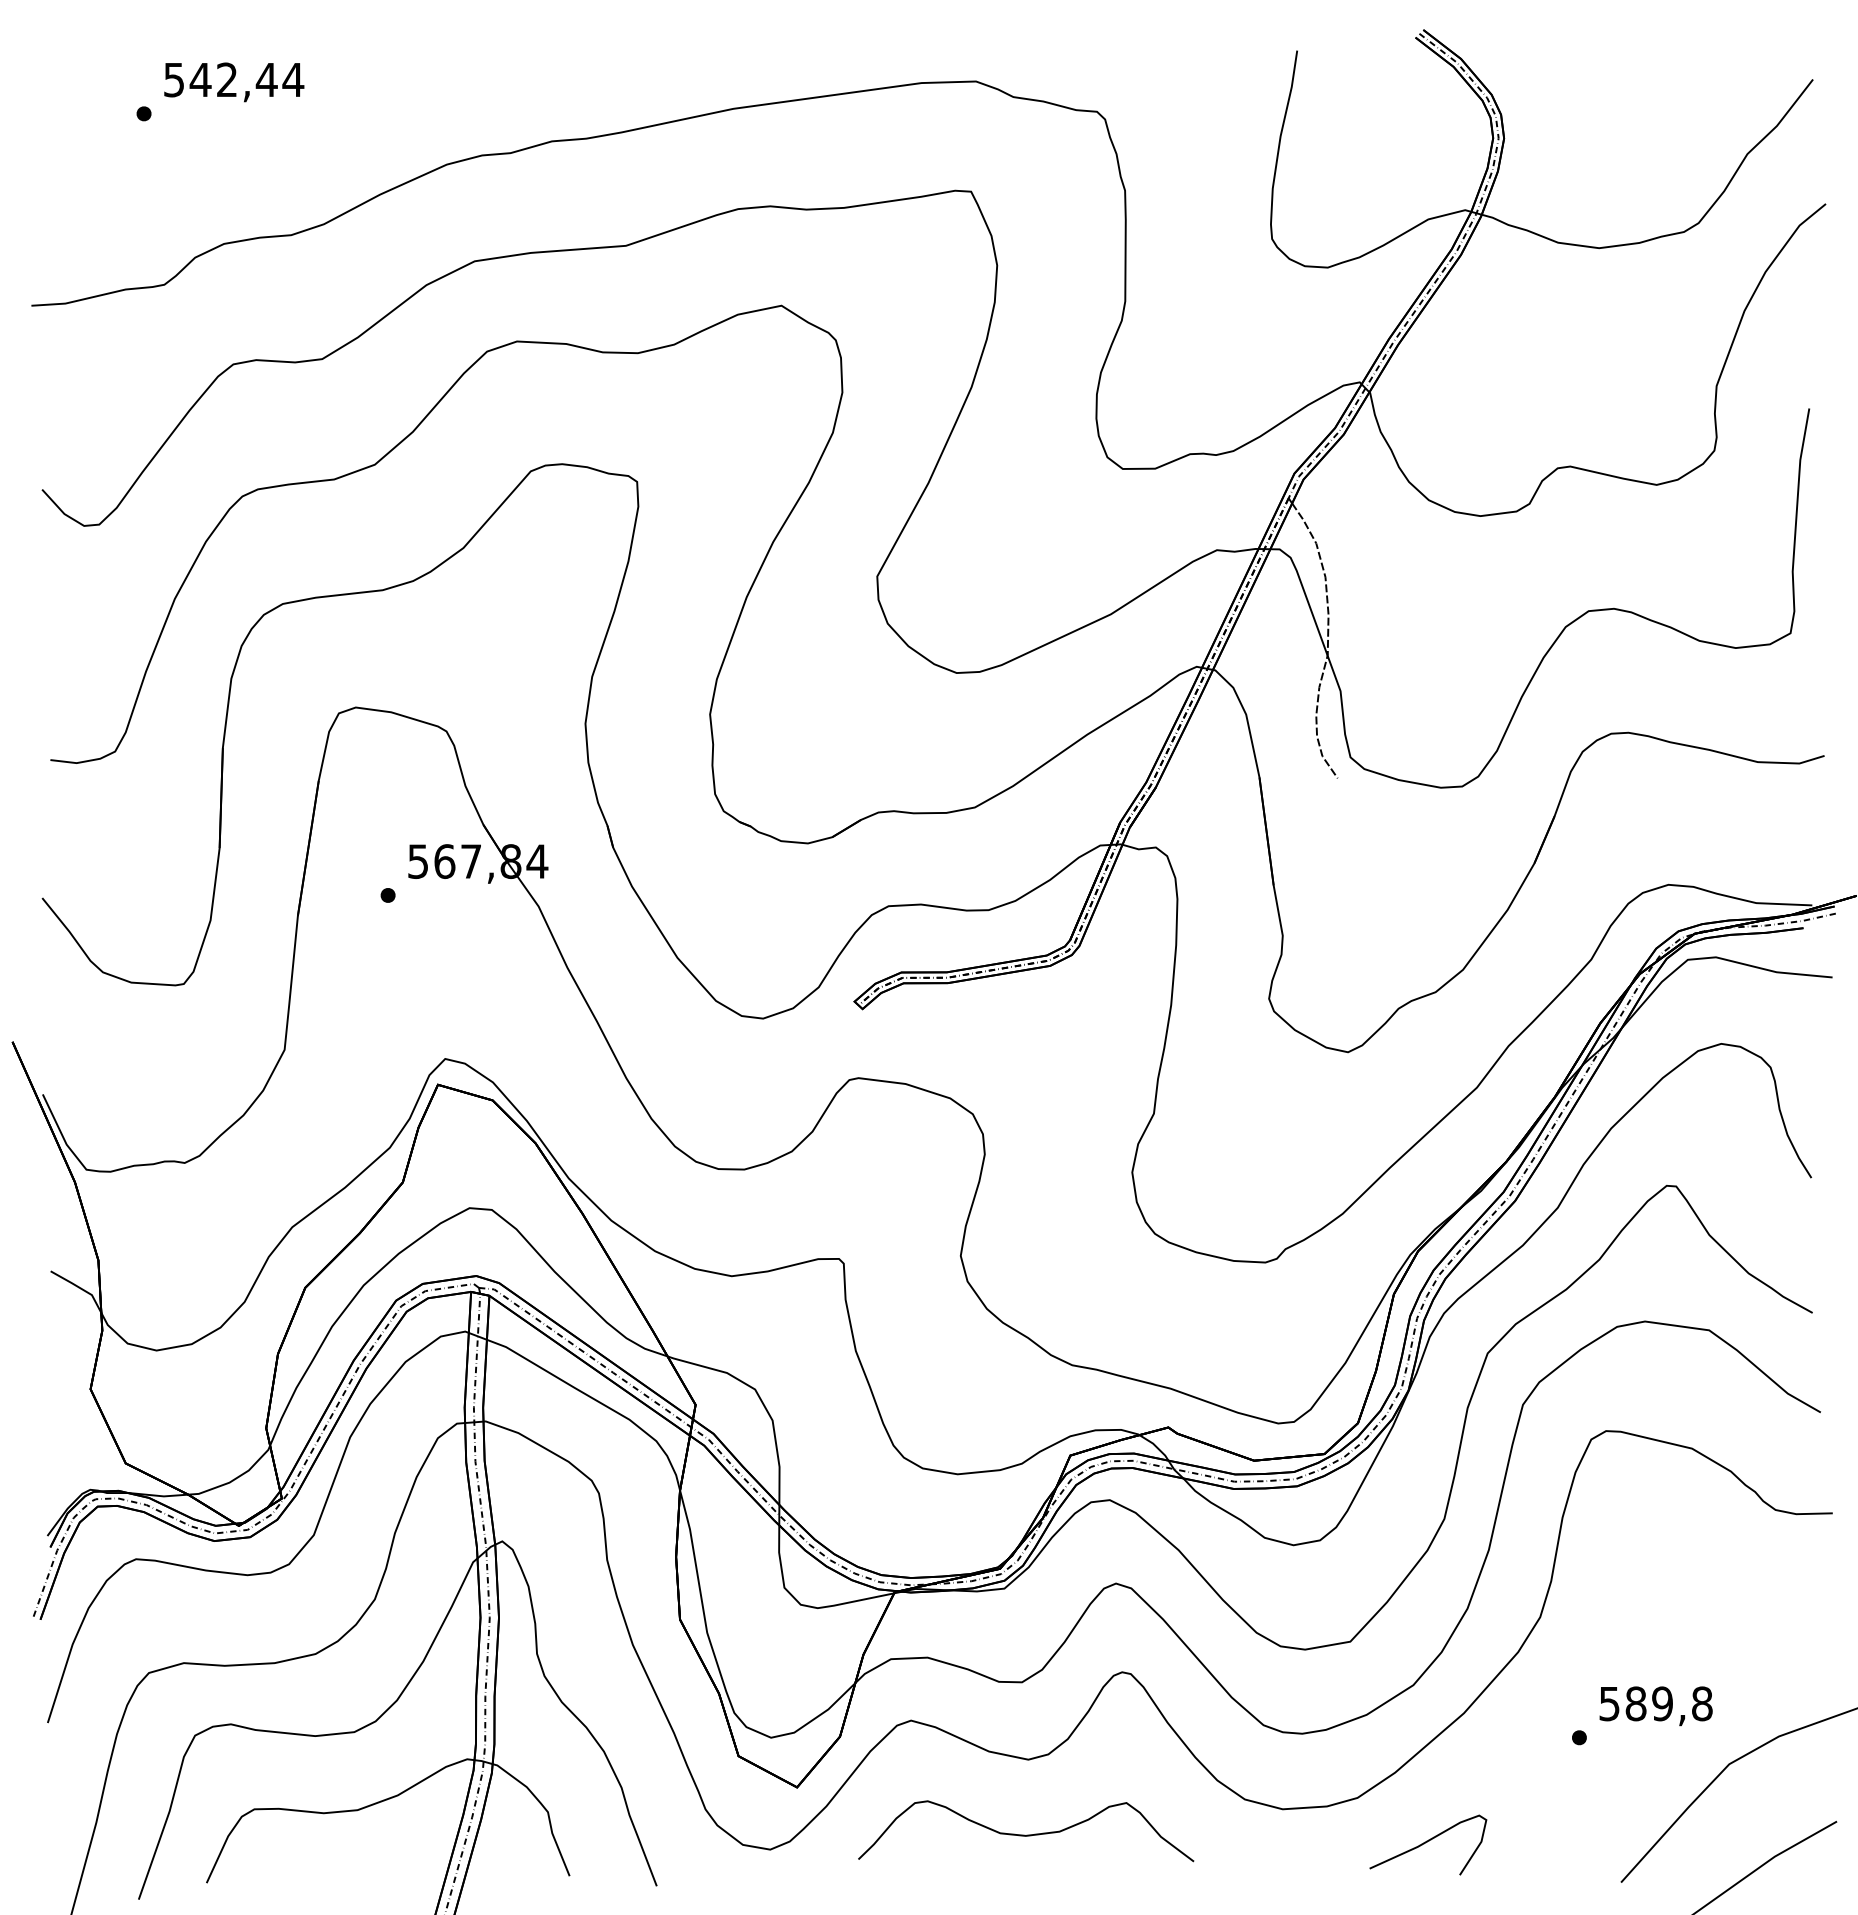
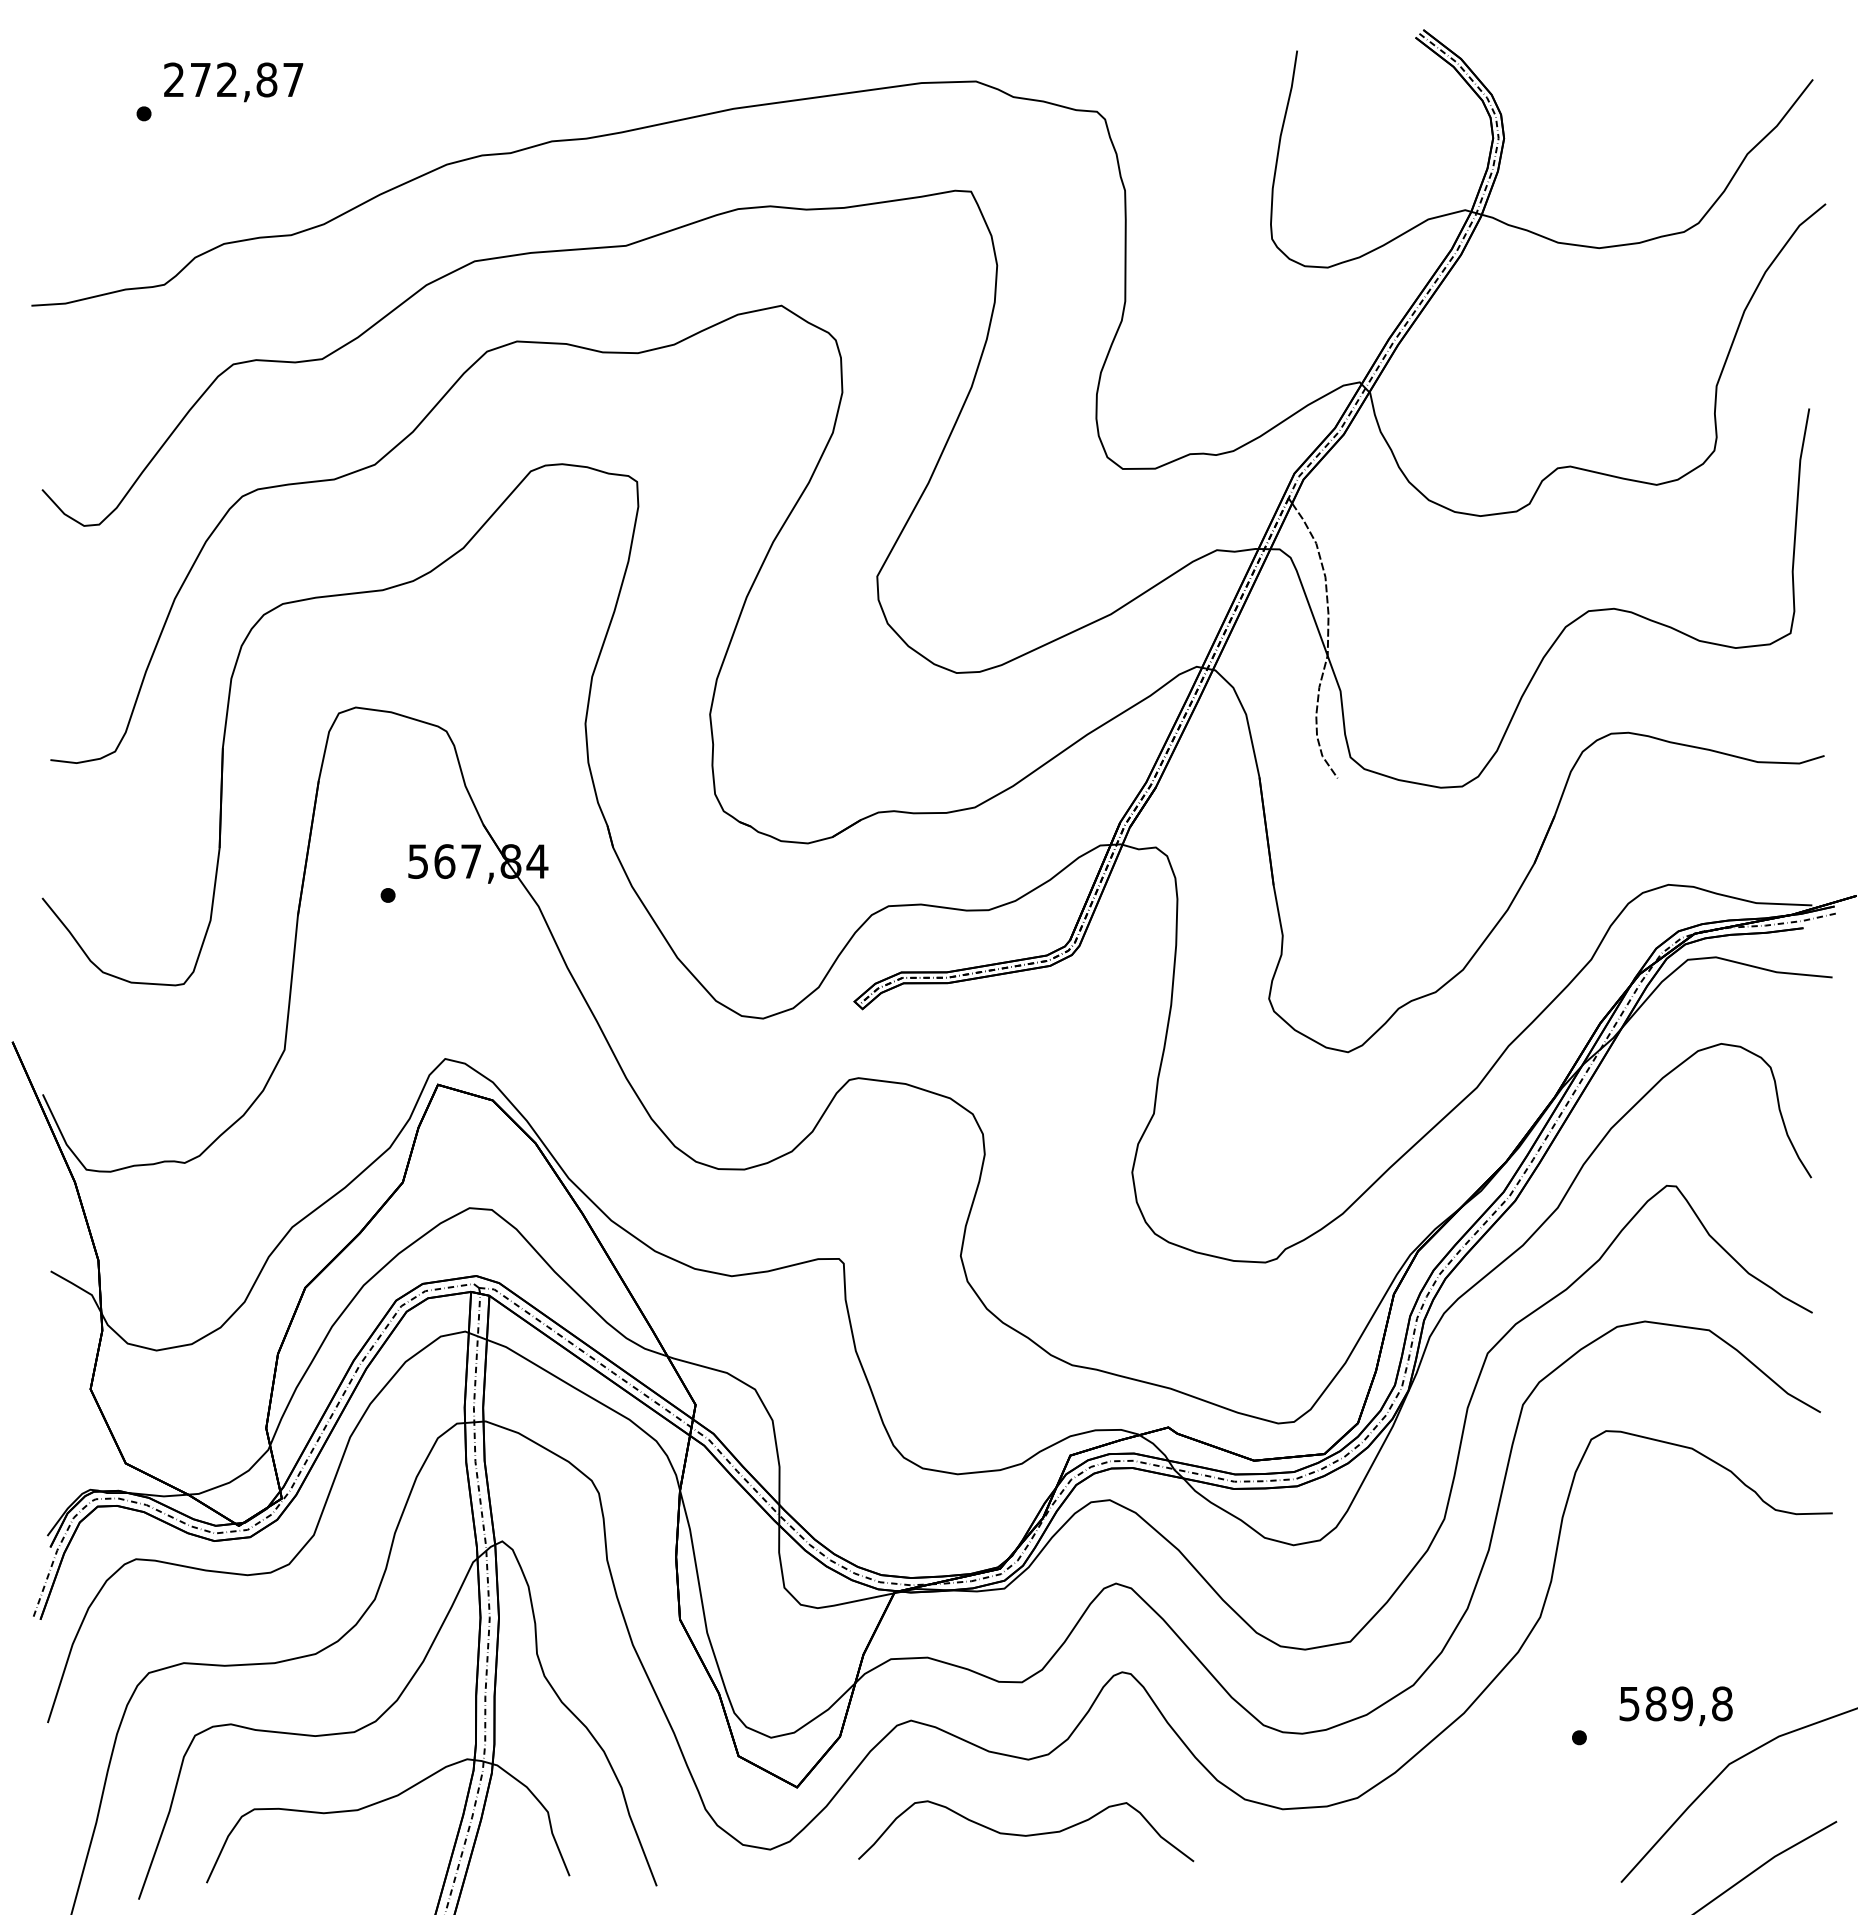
text at (234, 79): 542,44 -> 272,87
text at (1655, 1706) position: (1655, 1706) -> (1675, 1706)
curve at (1427, 1842): present -> none
